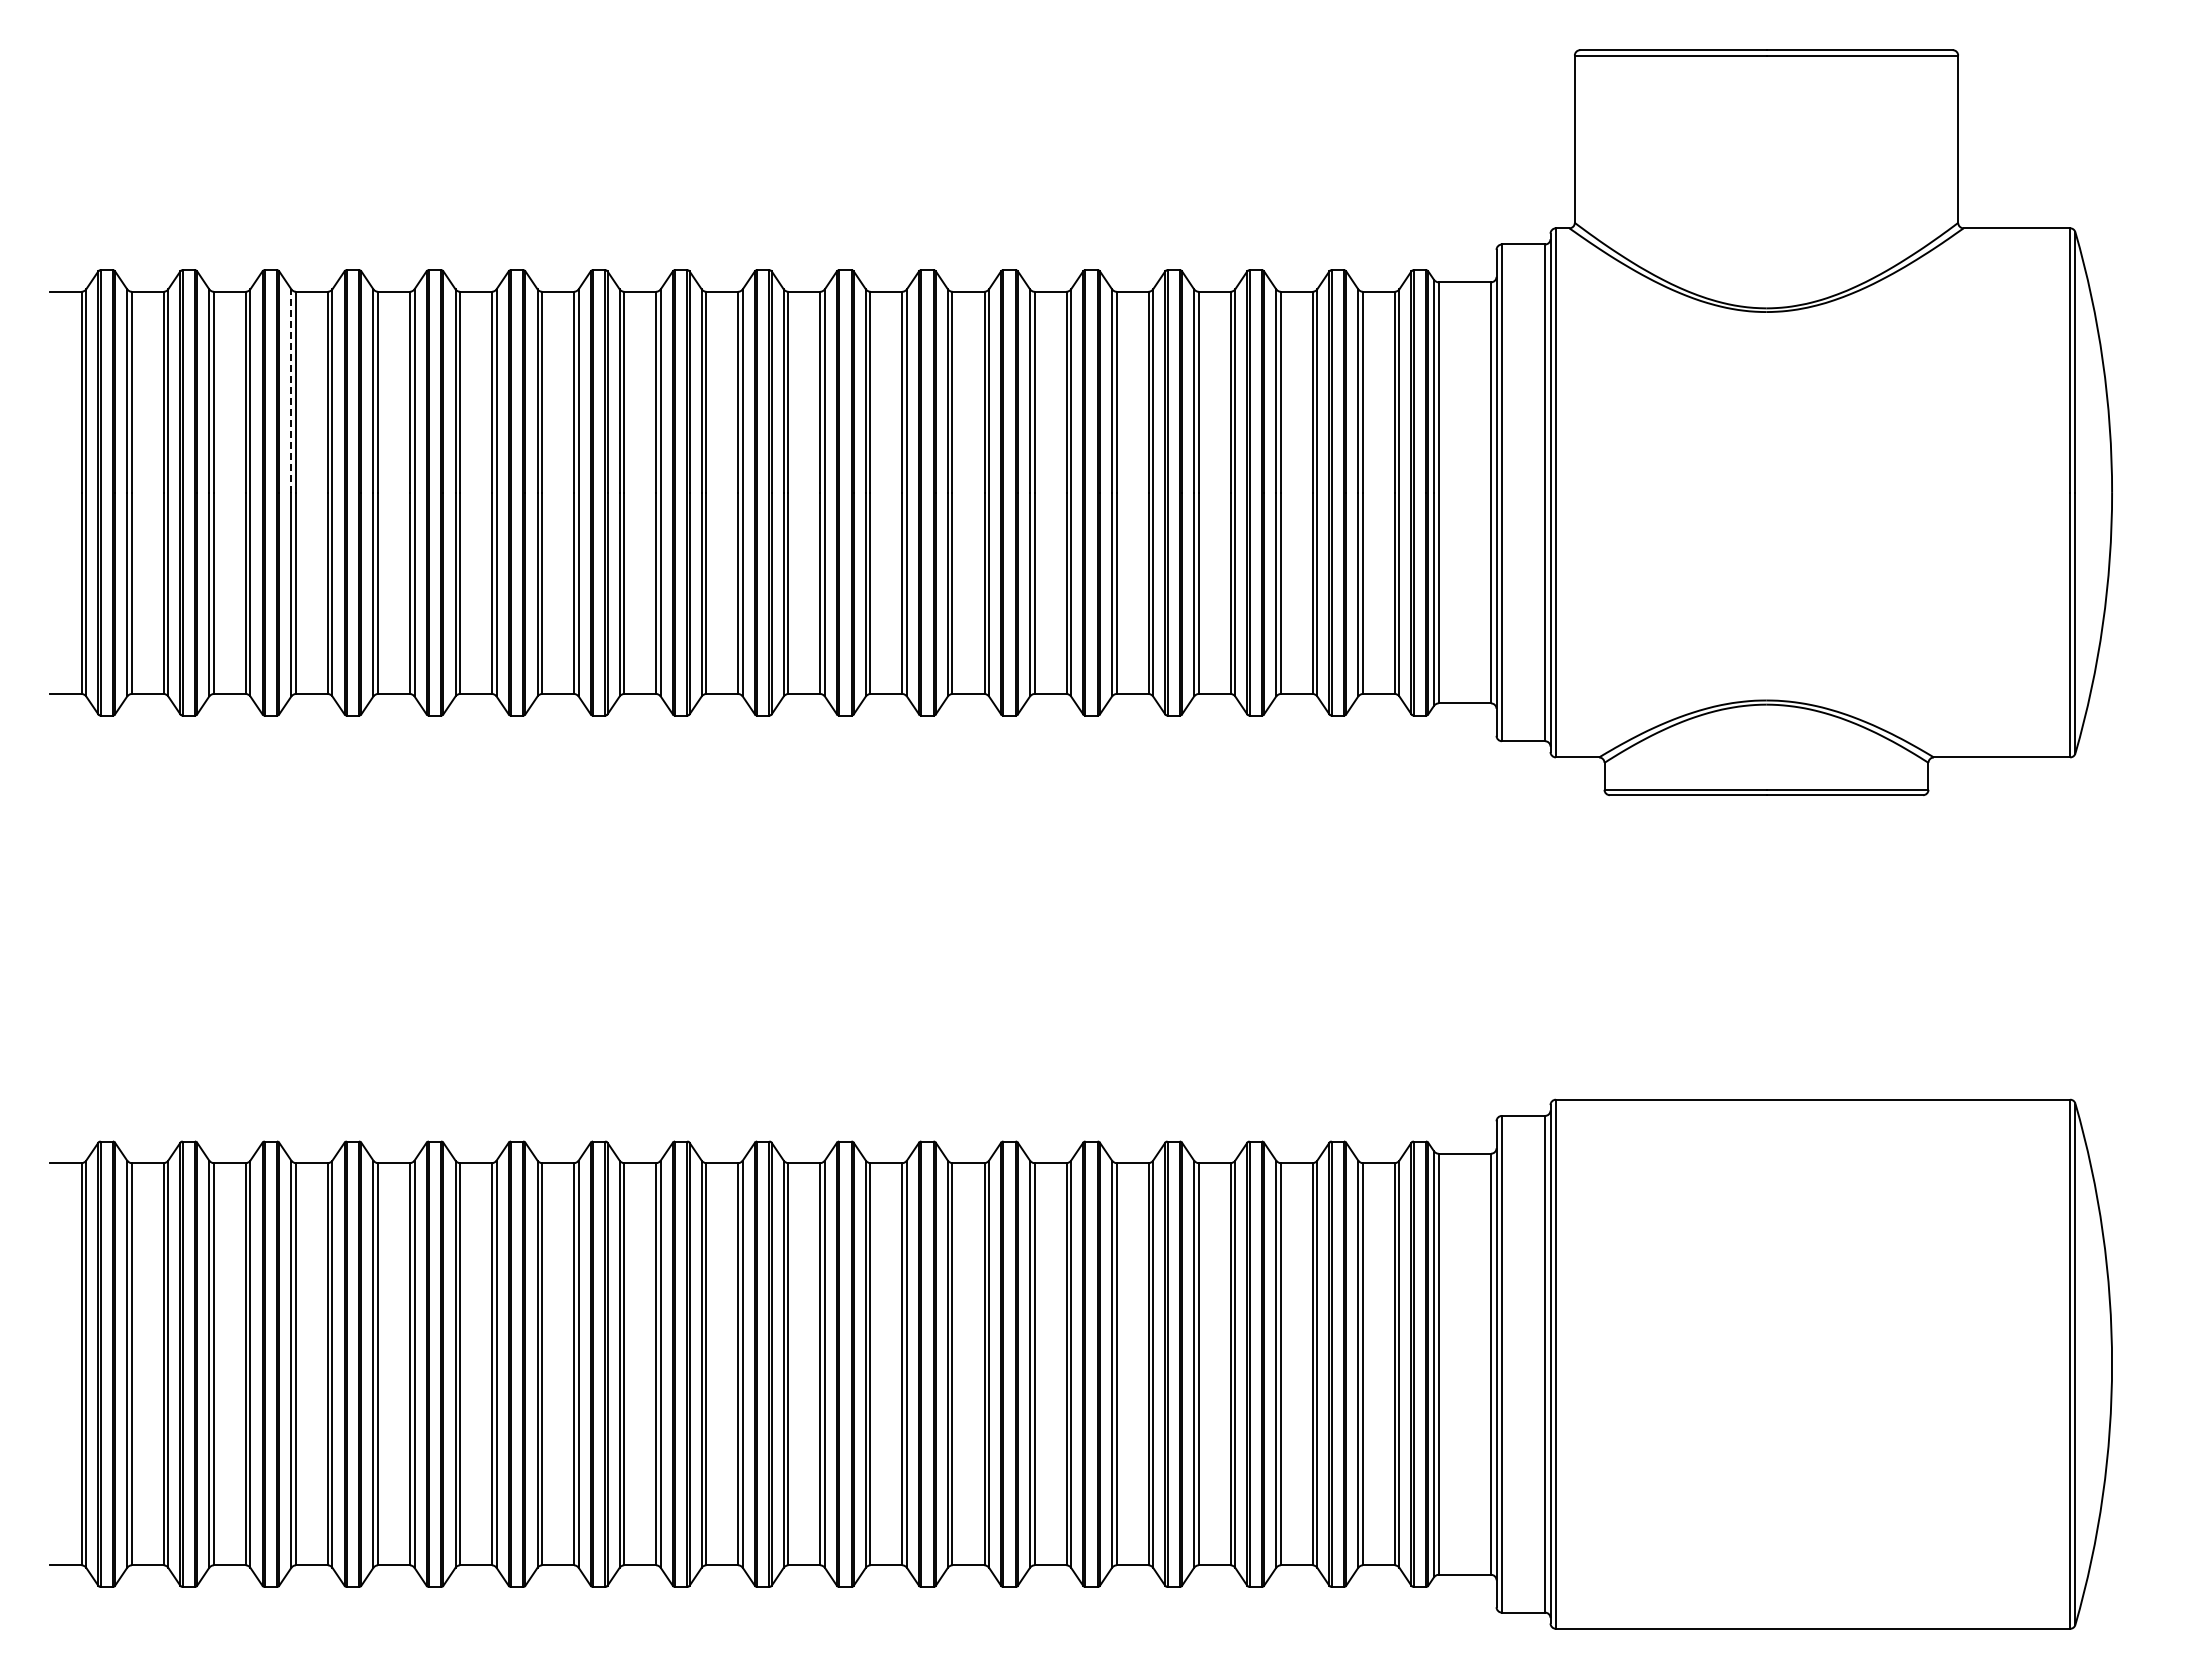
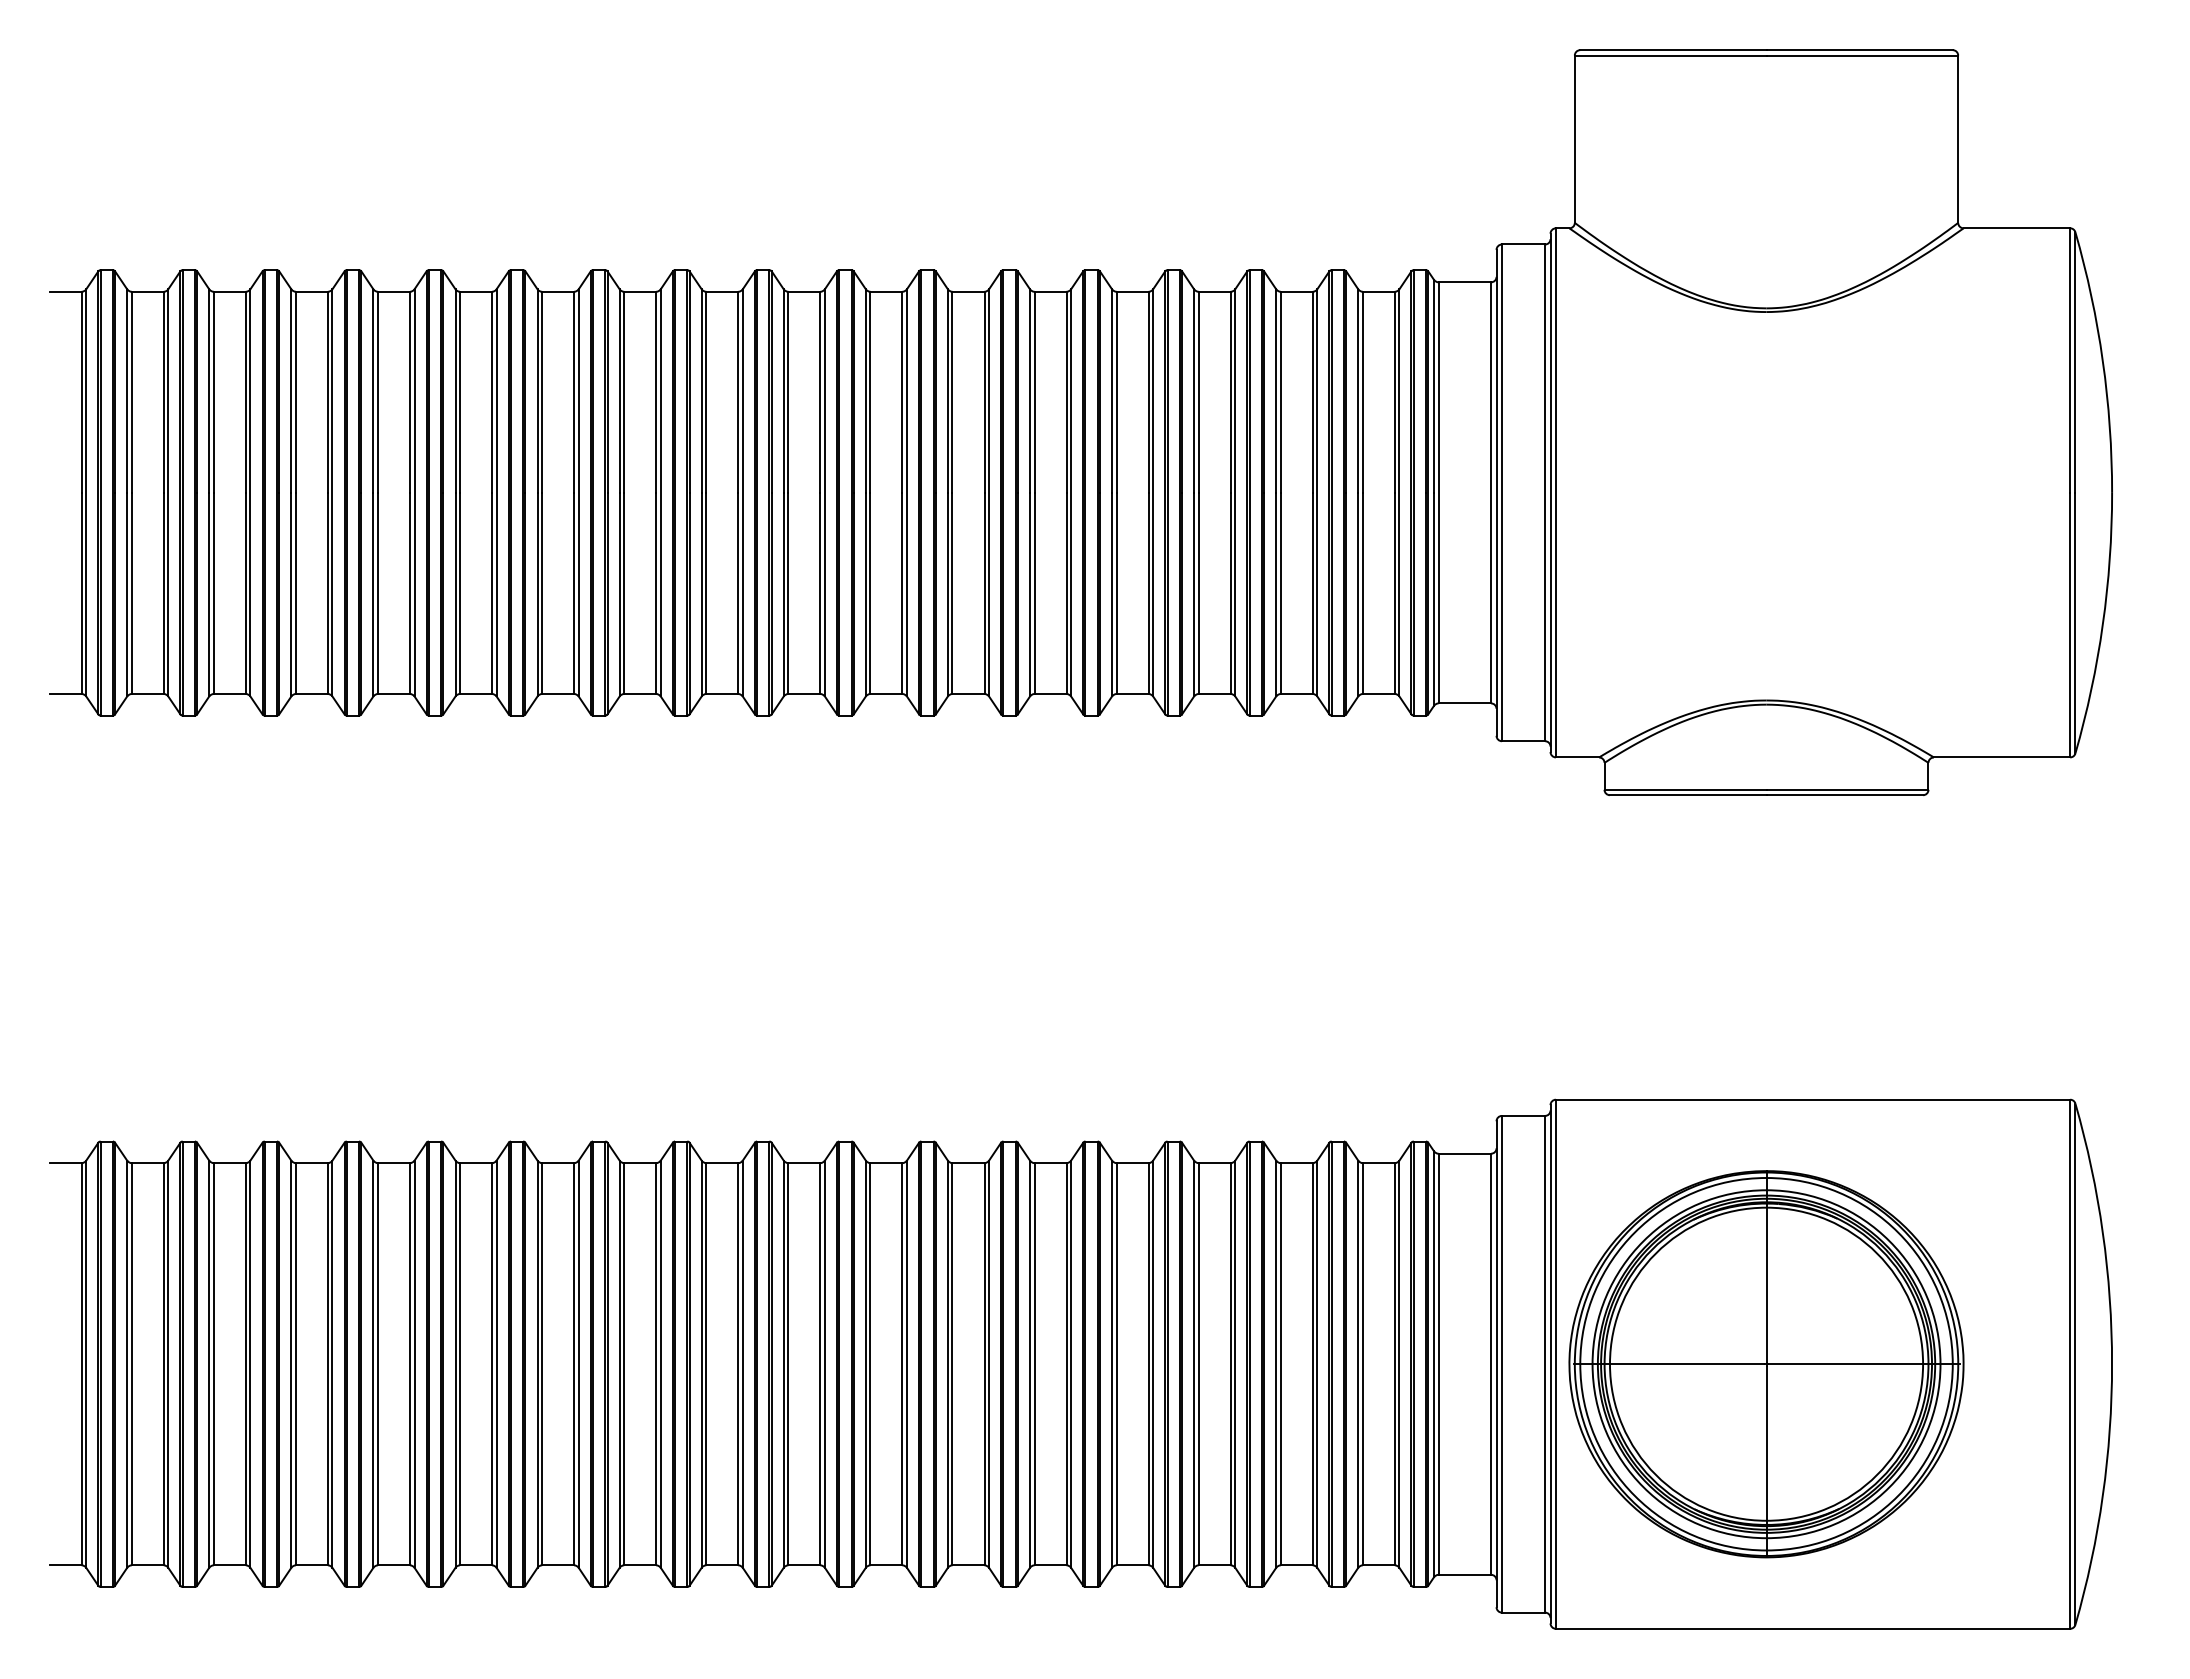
line at (291, 391): dashed -> solid
part at (1766, 1364): none -> present
